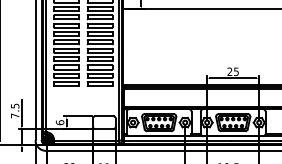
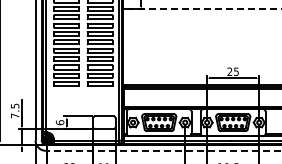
line at (203, 9): solid -> dashed
line at (163, 150): solid -> dashed
